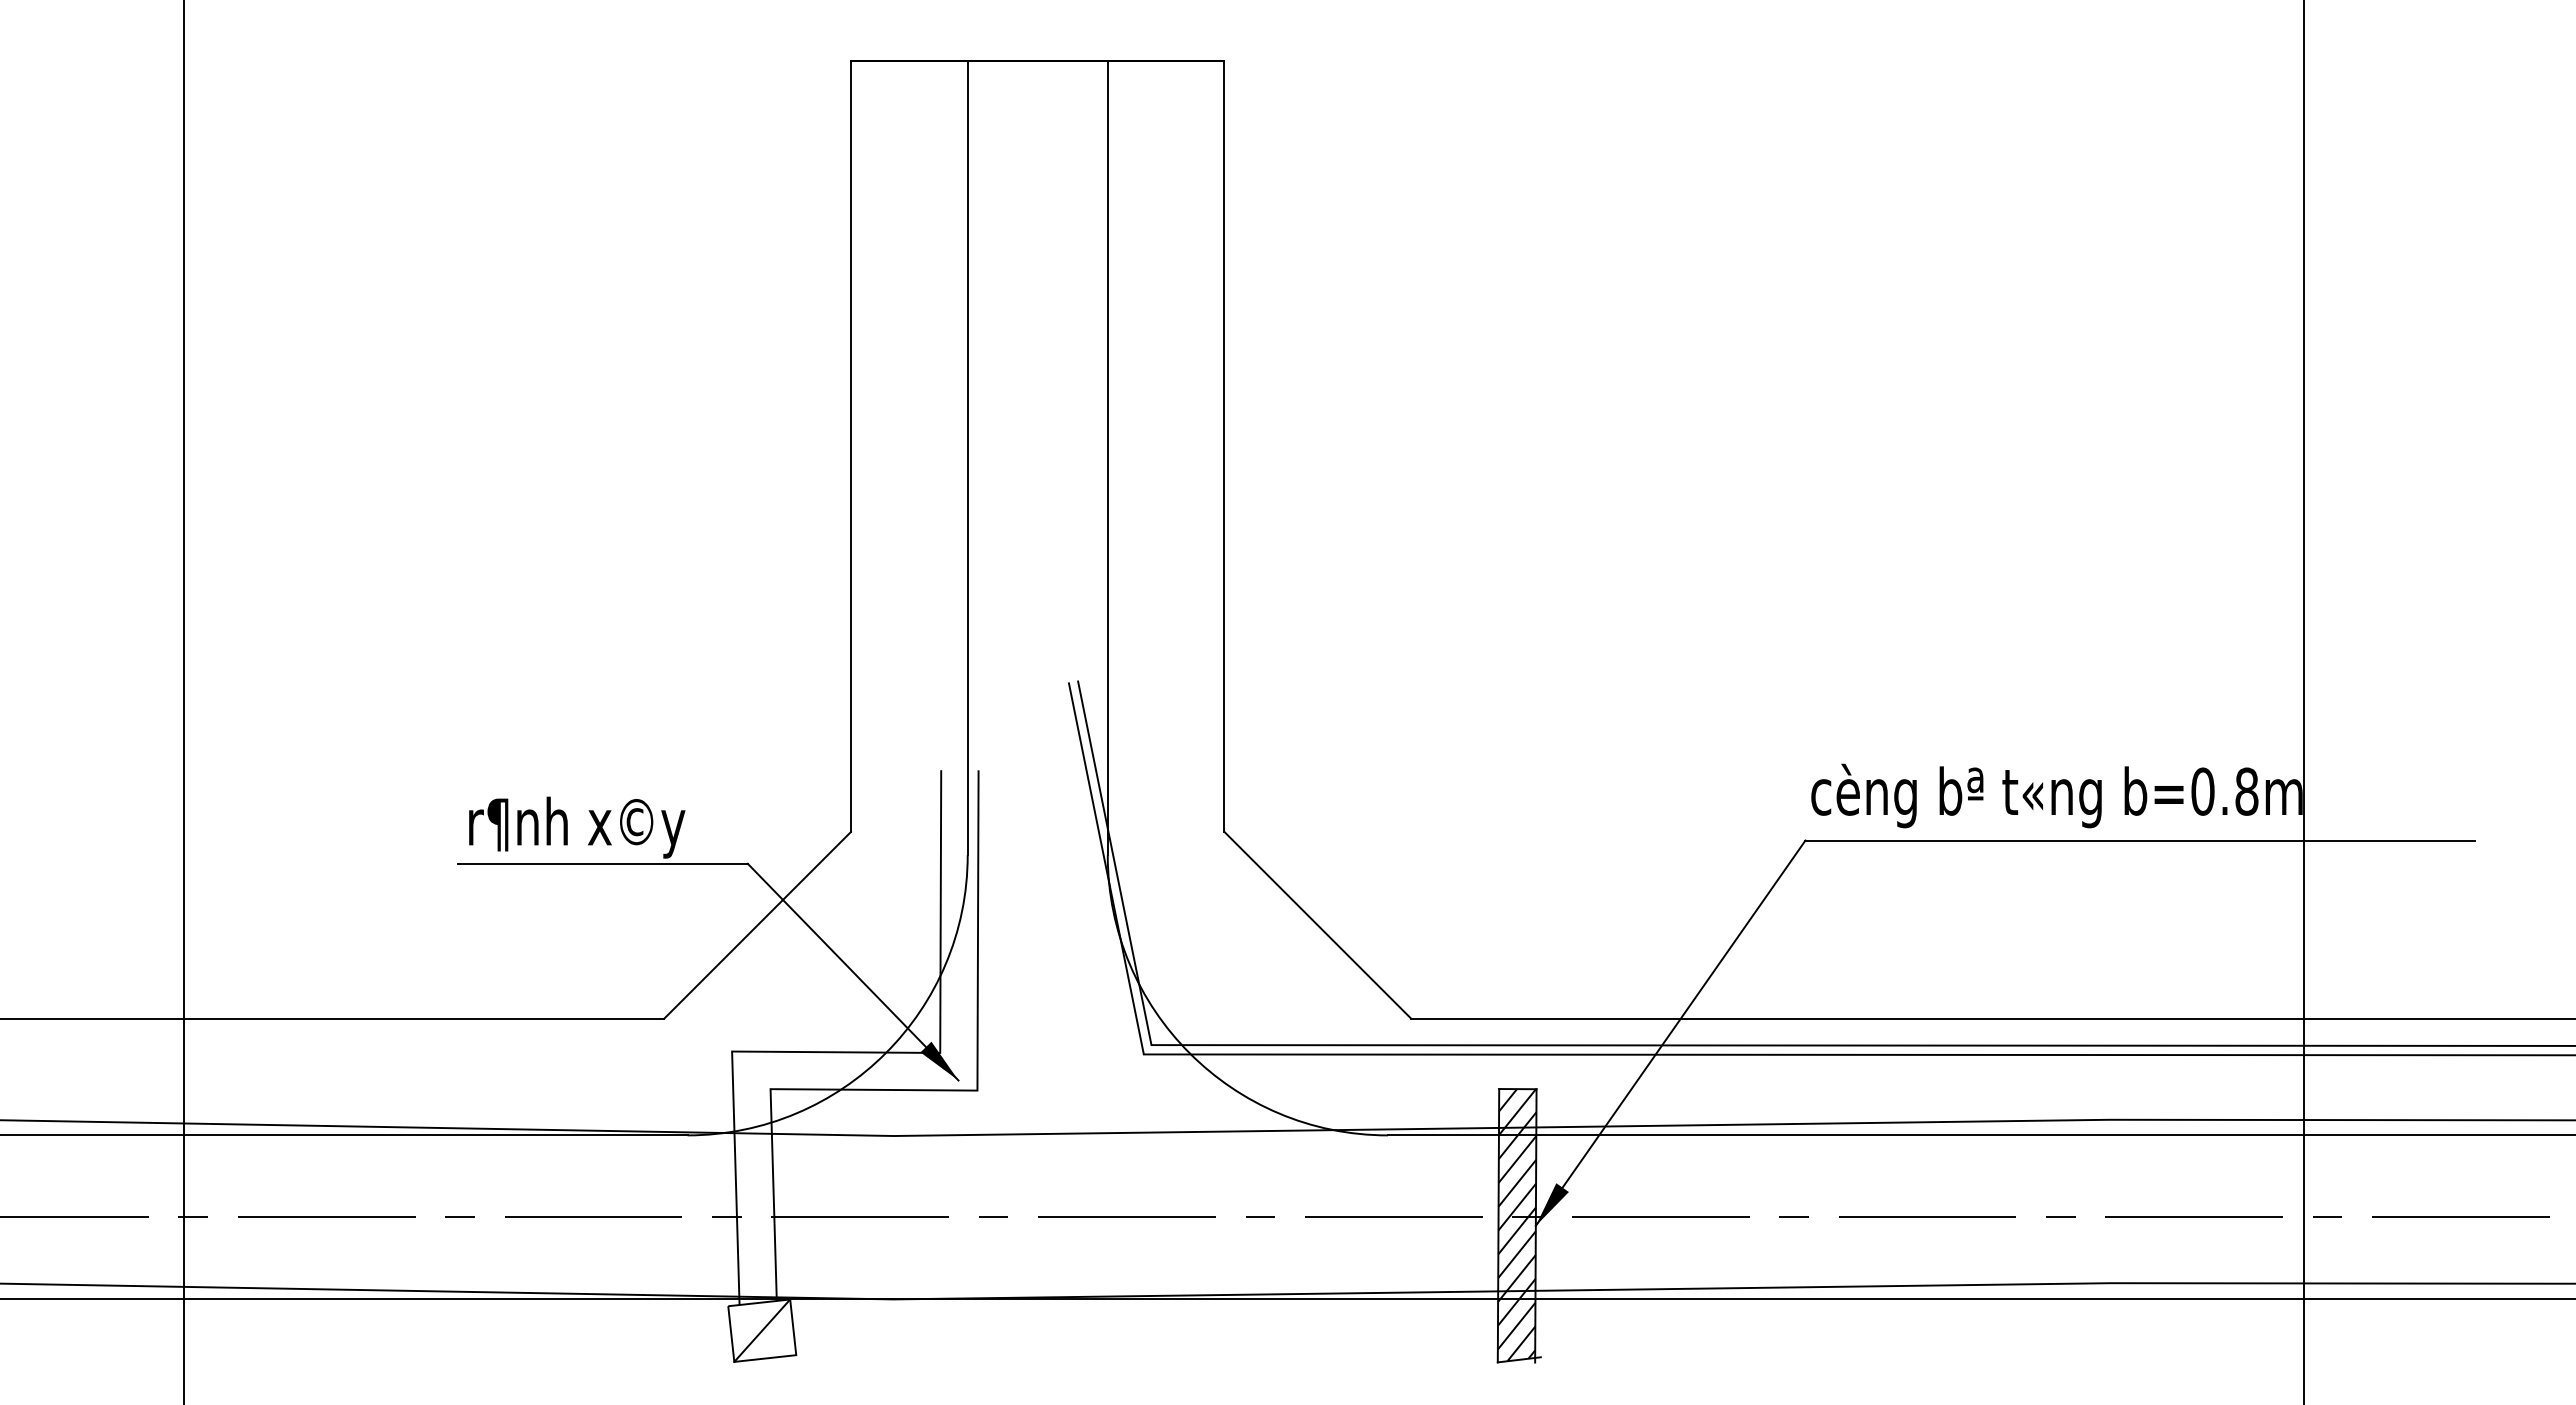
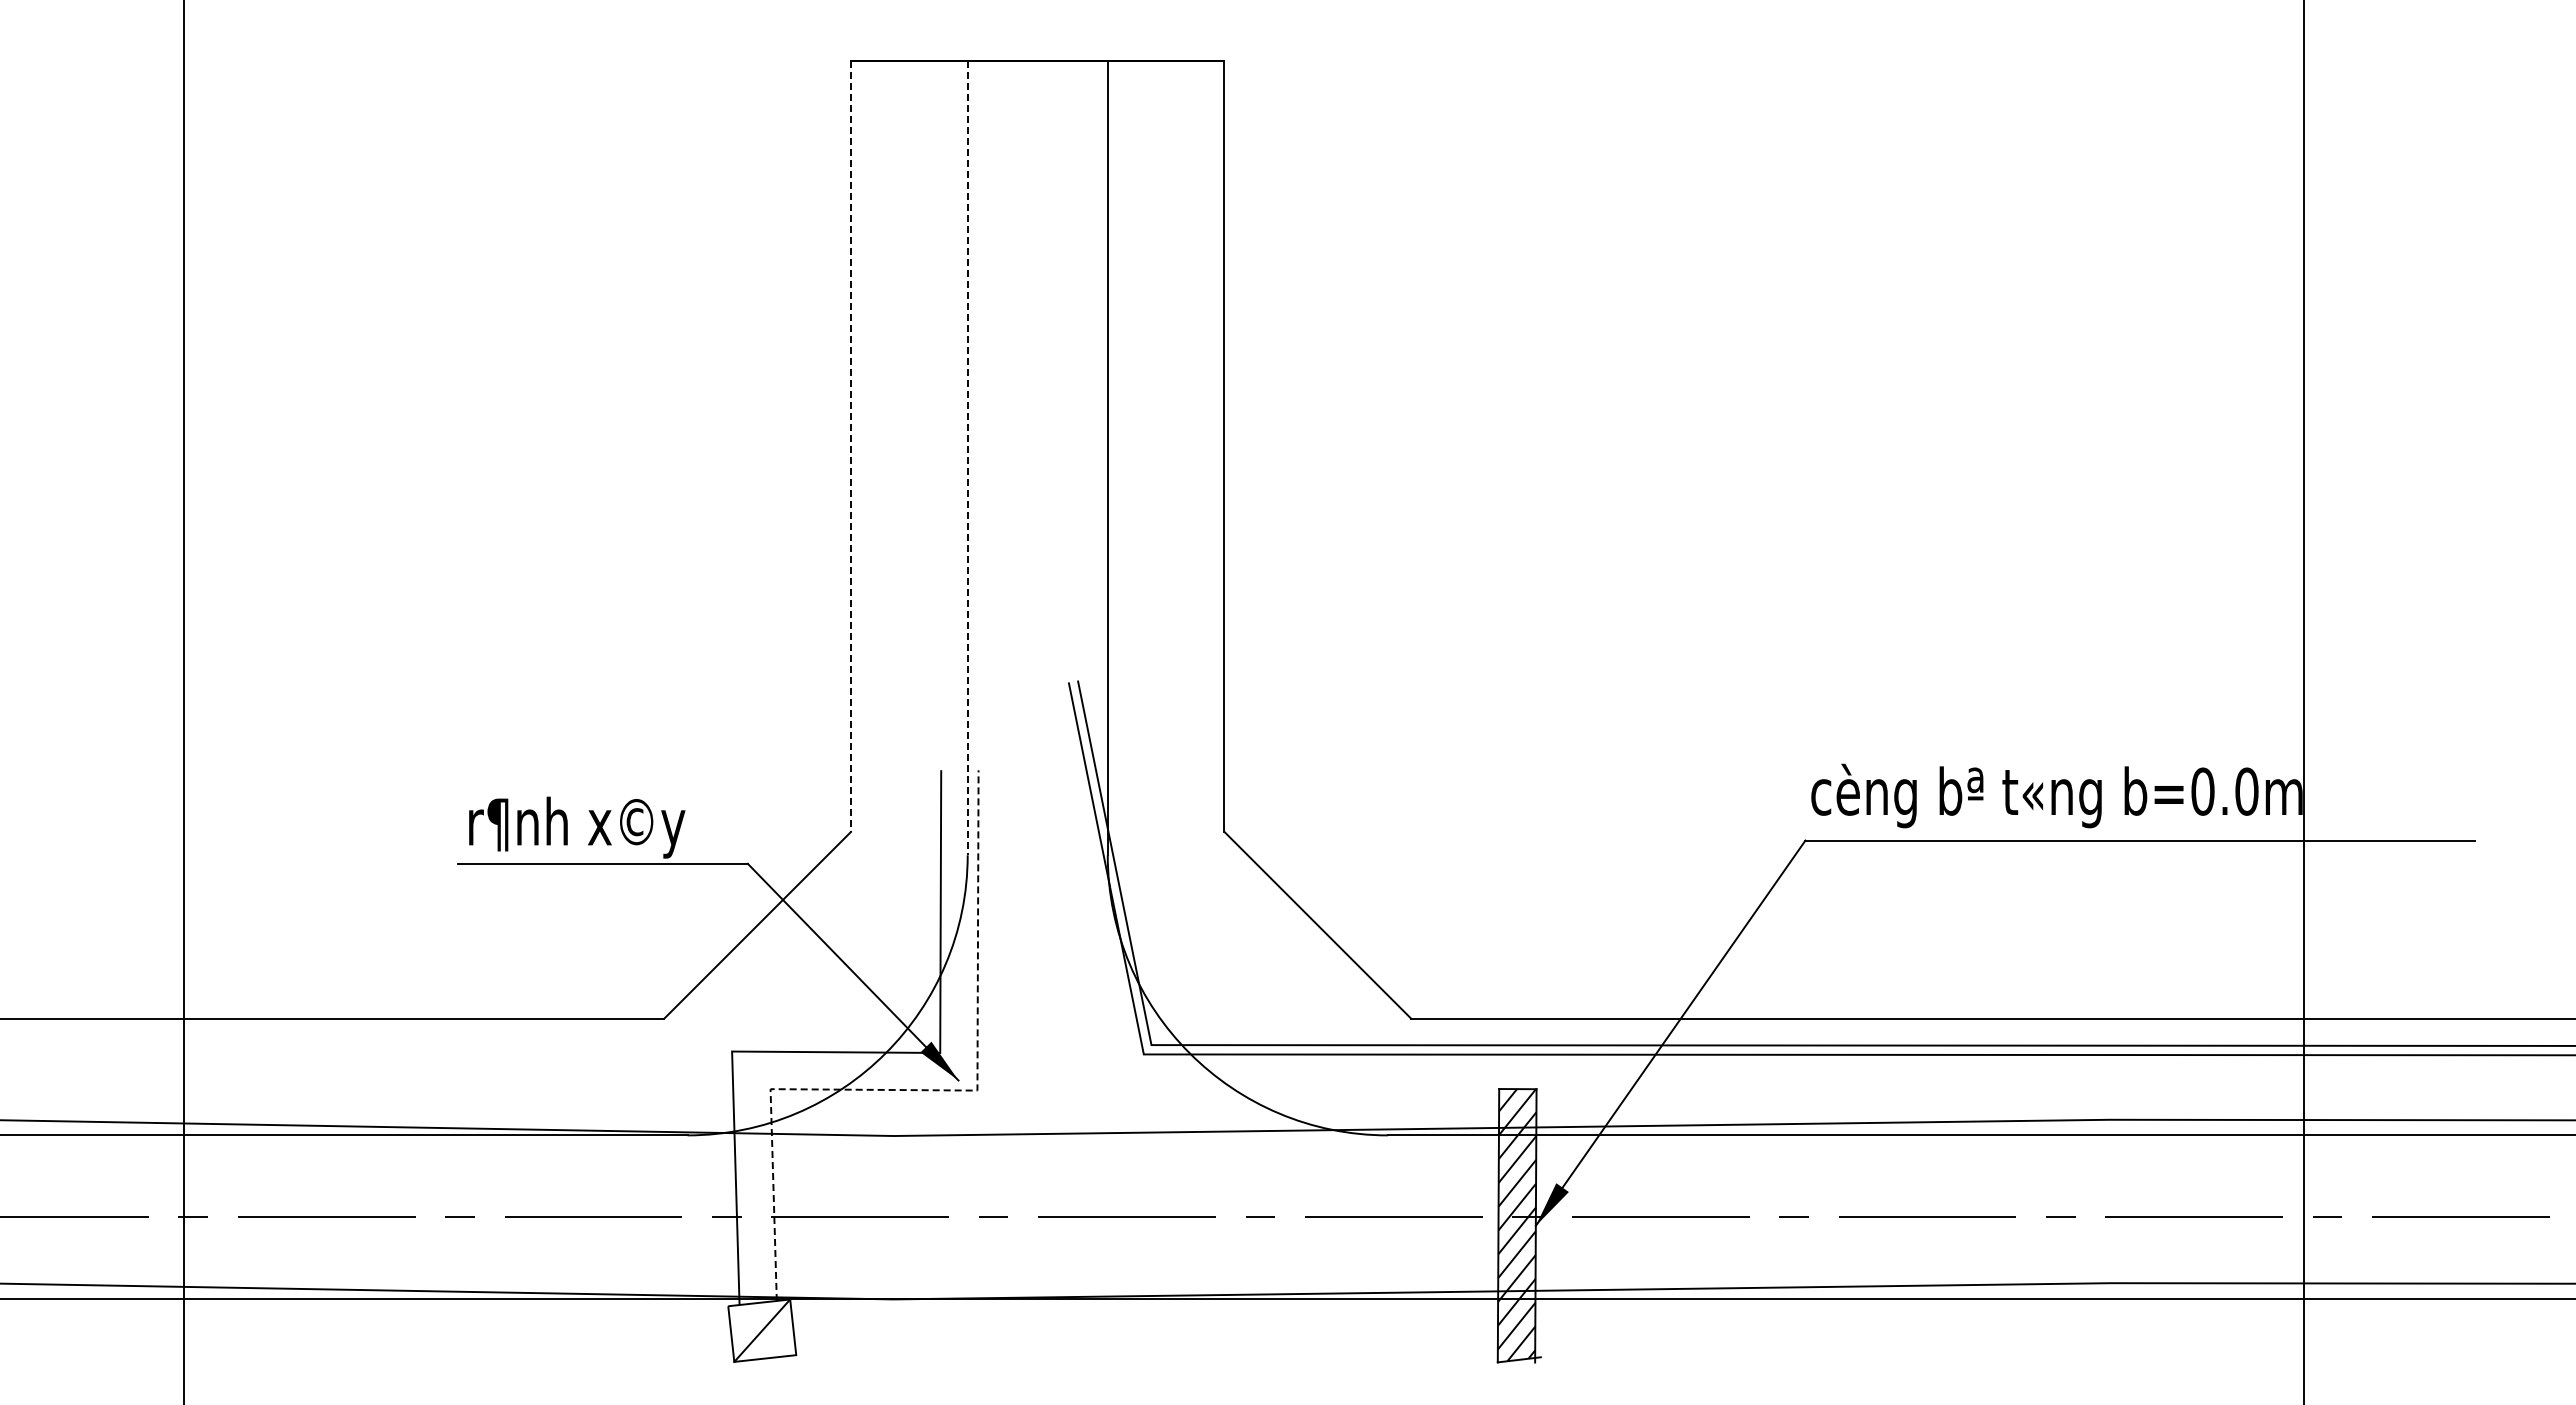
line at (851, 446): solid -> dashed
line at (967, 458): solid -> dashed
text at (2246, 791): b=0.8m -> b=0.0m
line at (928, 1090): solid -> dashed
